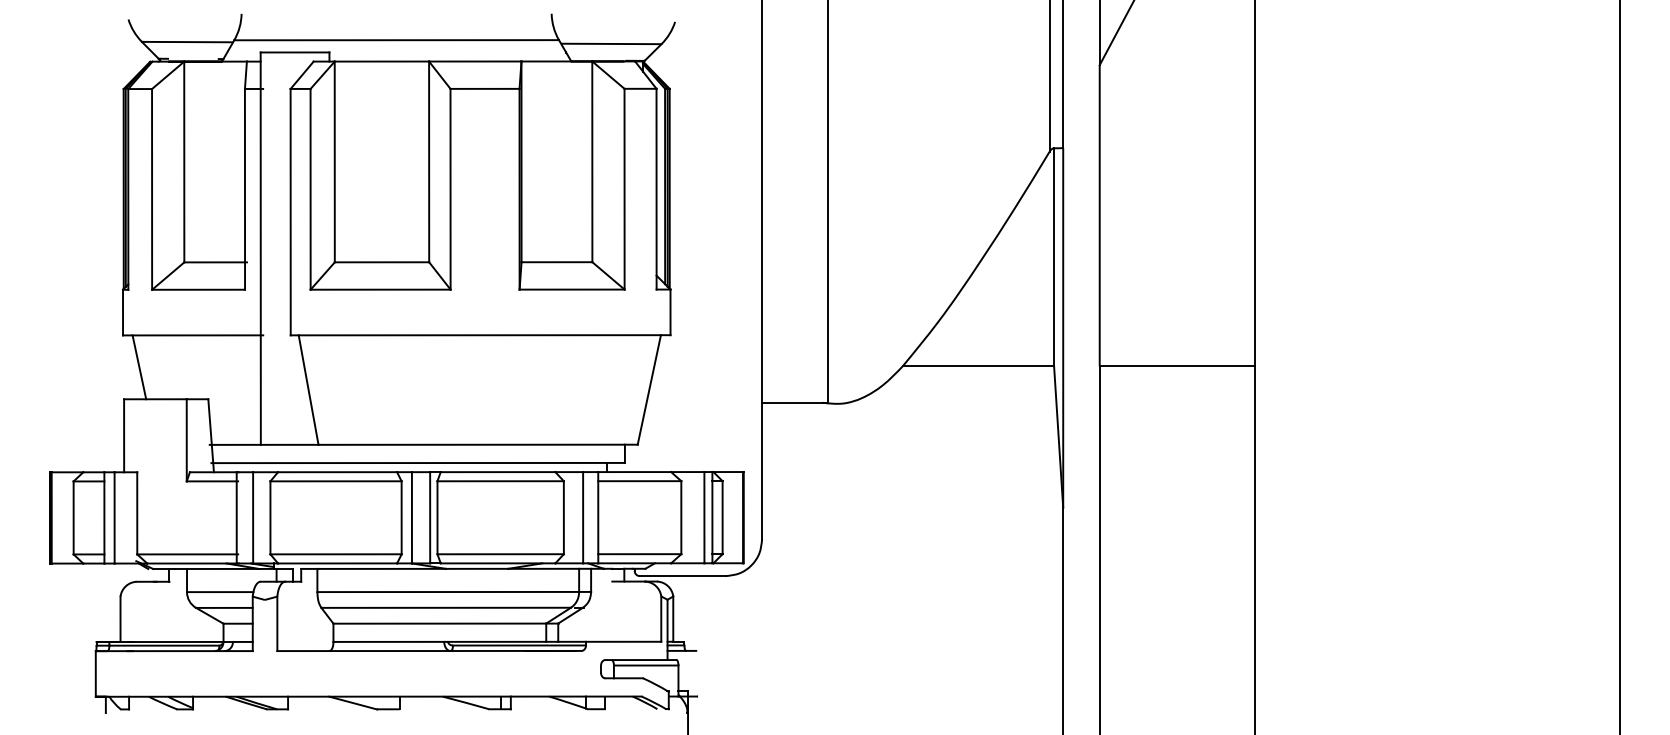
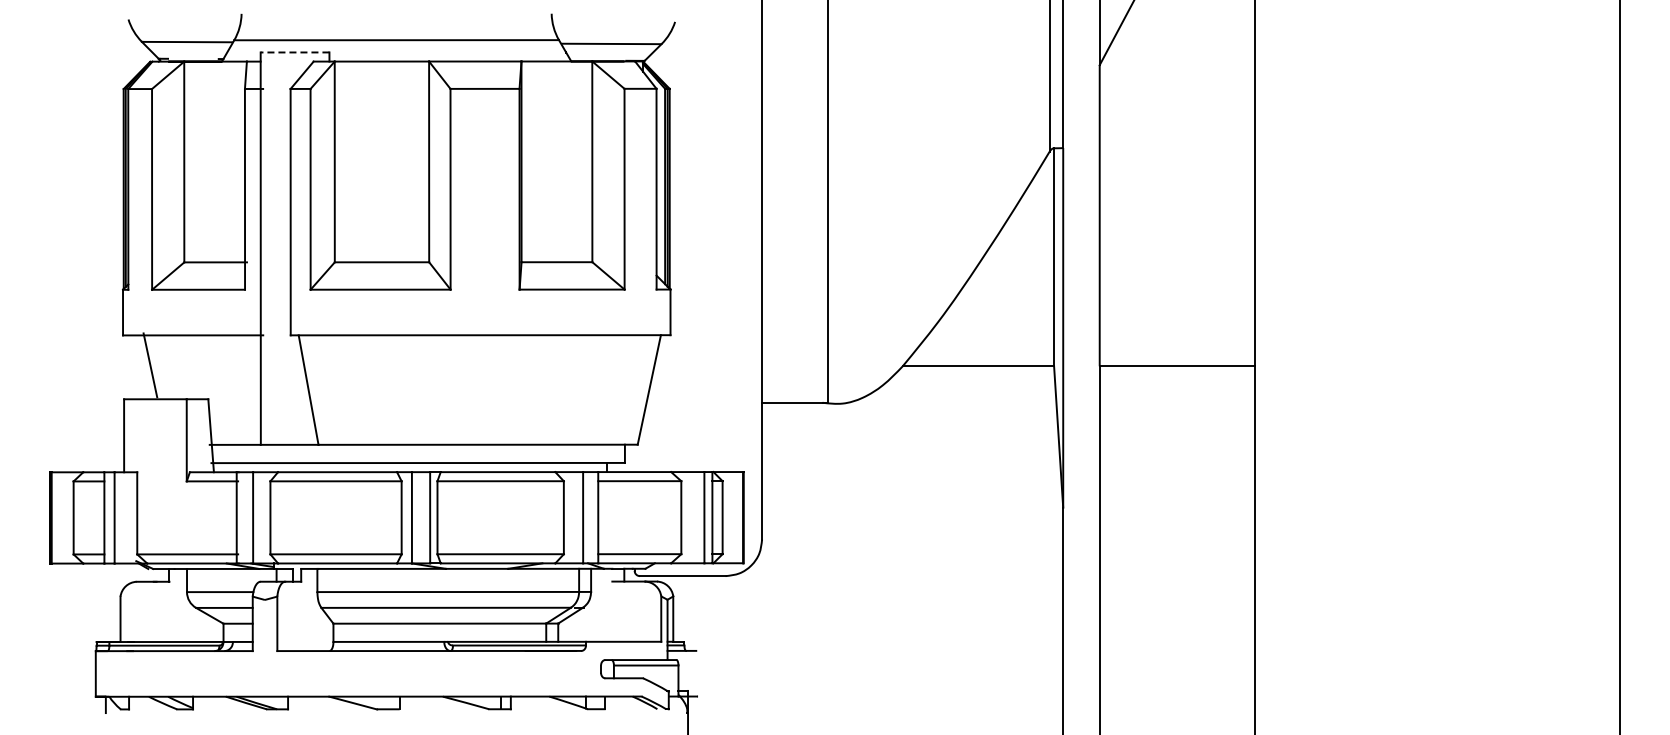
line at (294, 52): solid -> dashed
line at (139, 367) position: (139, 367) -> (150, 365)
